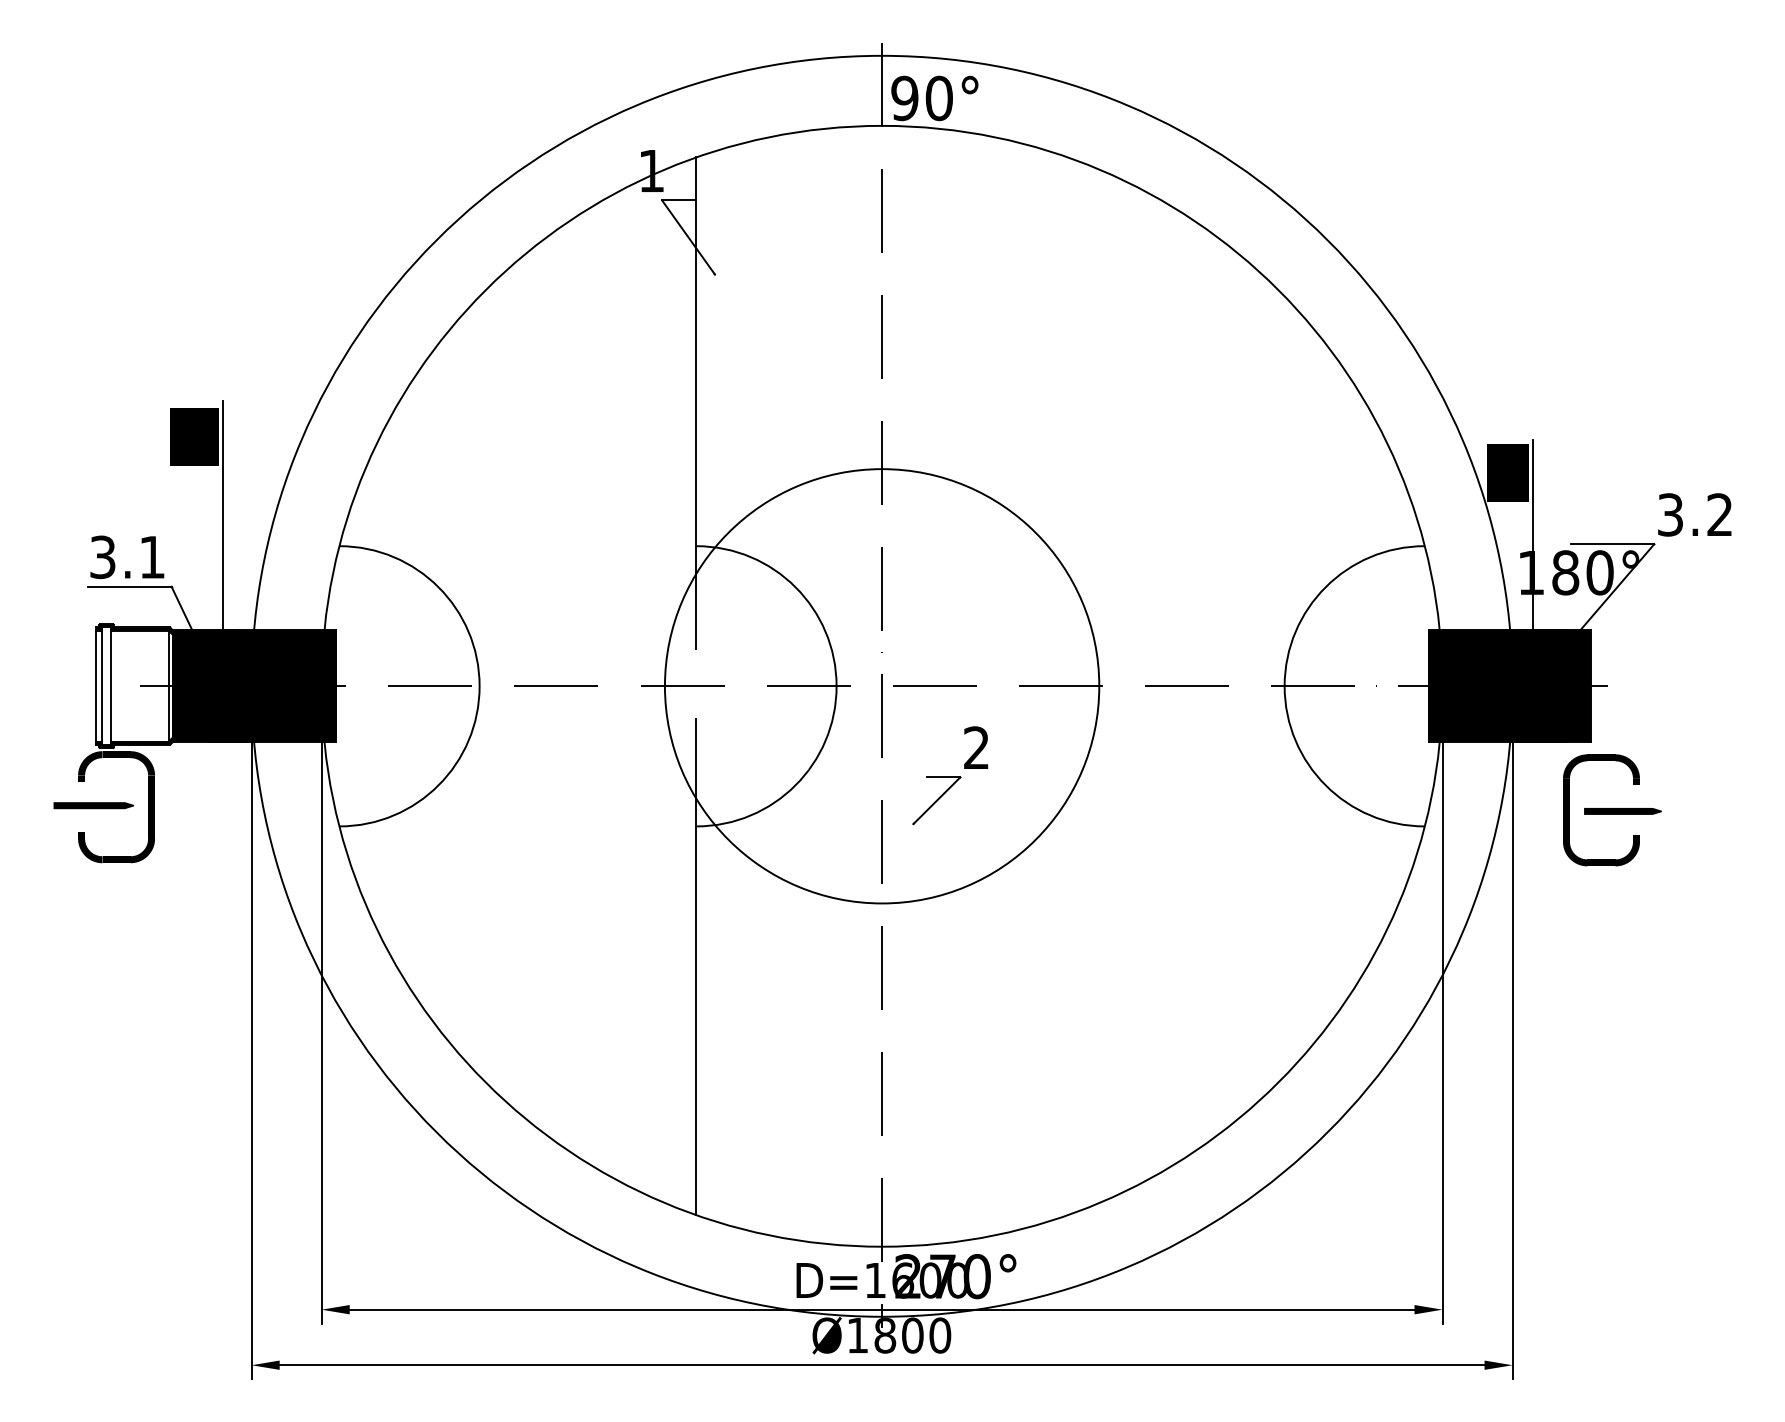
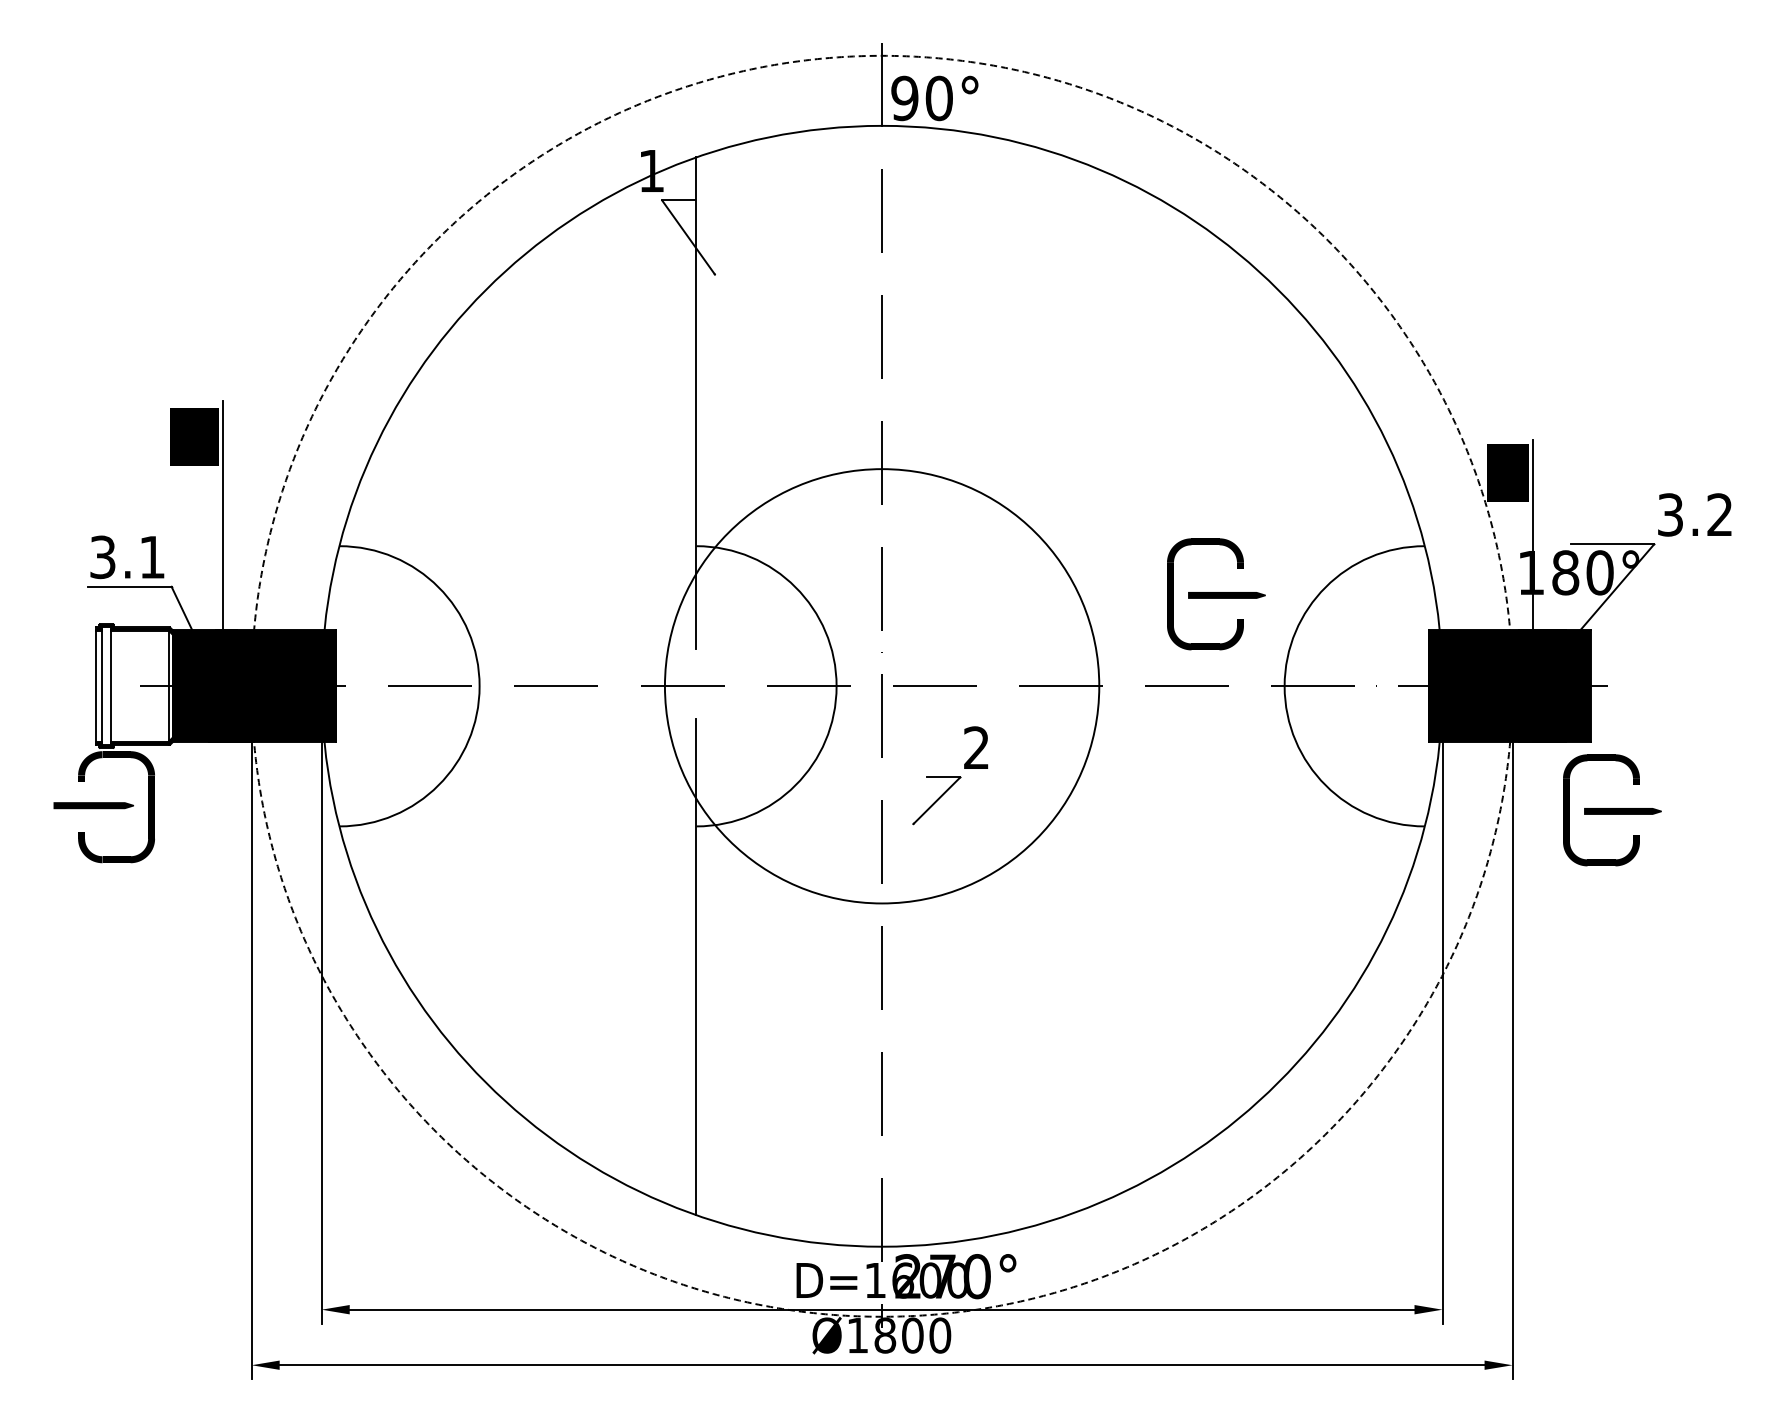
part at (1216, 594): none -> present
circle at (881, 685): solid -> dashed
